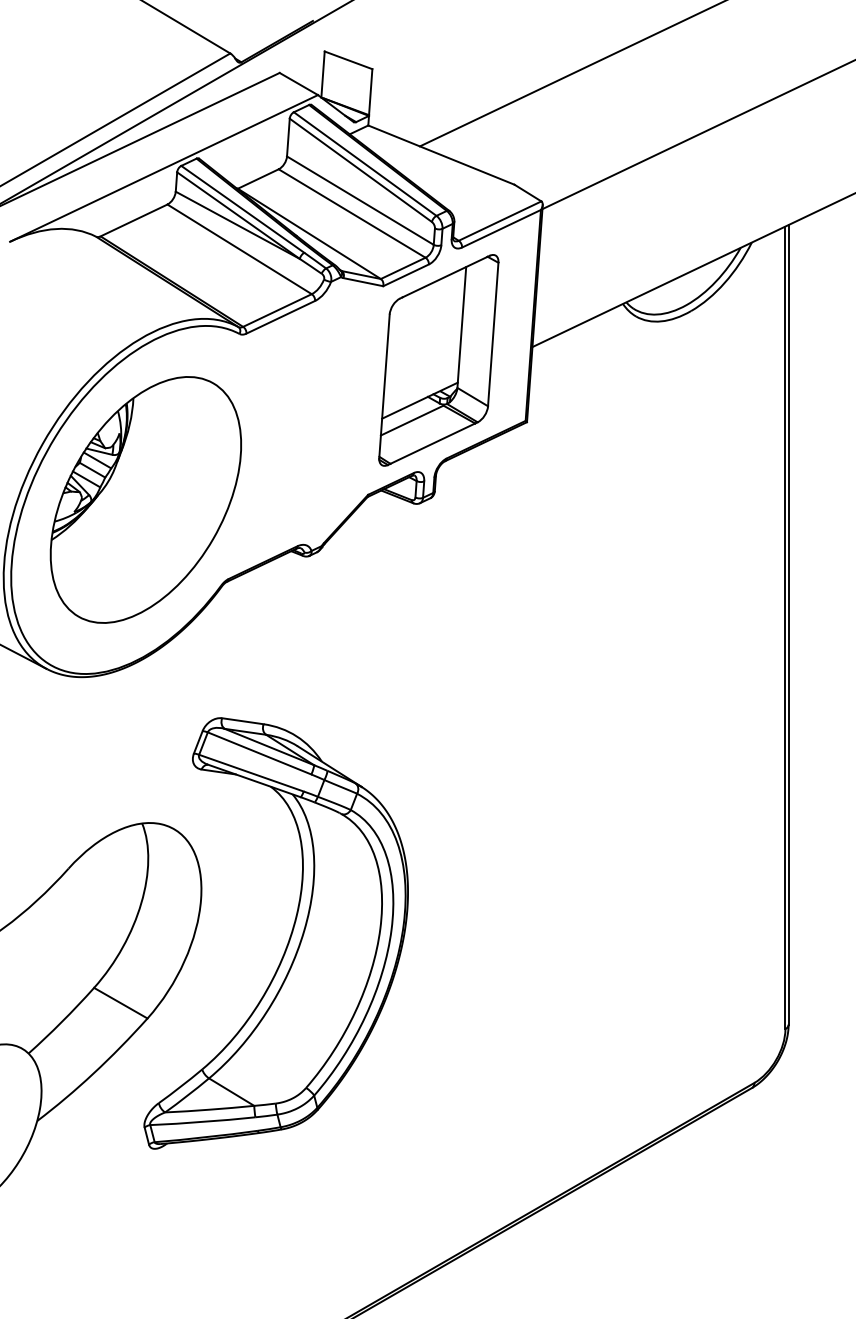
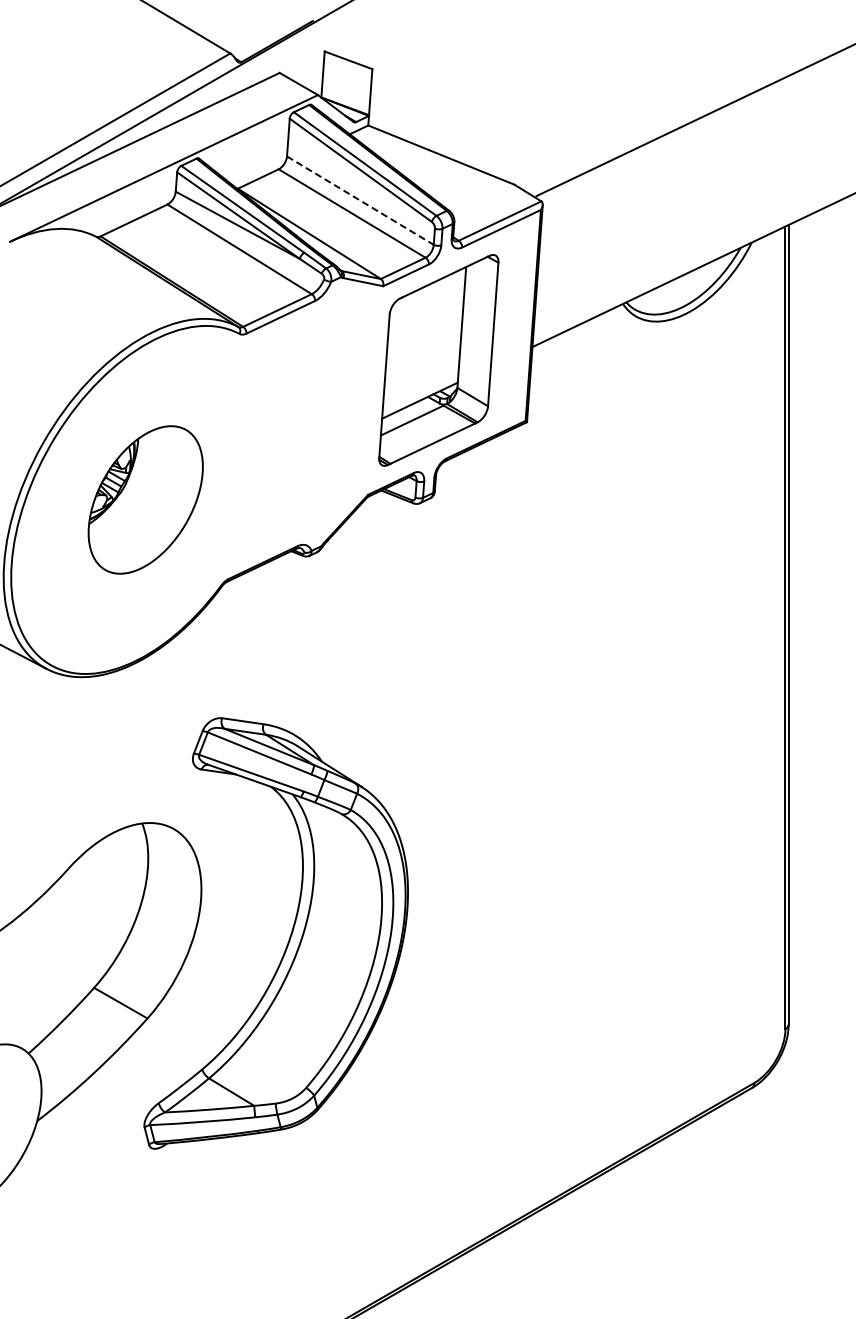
line at (570, 74): present -> none
line at (697, 135) position: (697, 135) -> (694, 120)
line at (360, 200): solid -> dashed
part at (145, 499) size: 193x248 px -> 117x150 px
